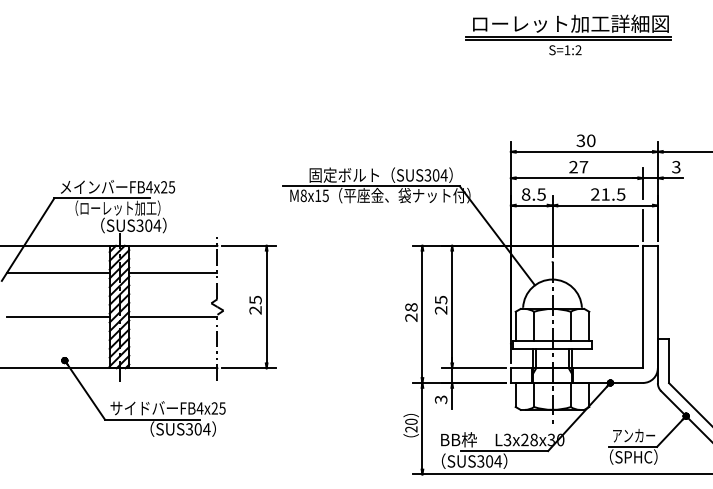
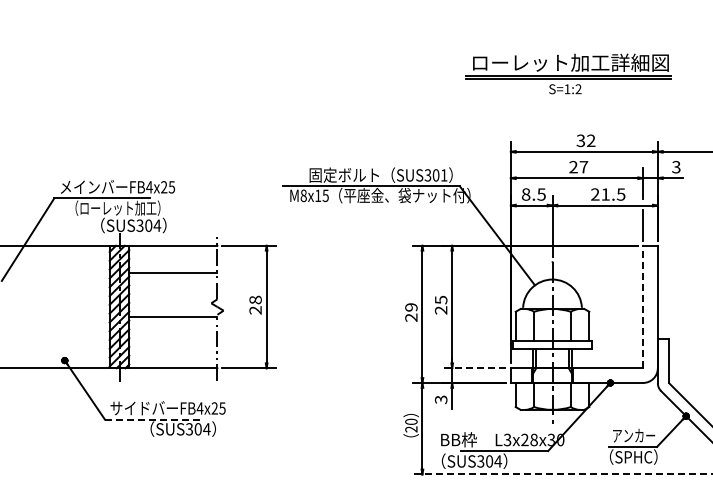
part at (568, 34) position: (568, 34) -> (568, 73)
text at (591, 140): 30 -> 32
text at (443, 175): SUS304 -> SUS301
line at (57, 272): present -> none
text at (255, 299): 25 -> 28
line at (643, 306): solid -> dashed
text at (411, 307): 28 -> 29
line at (57, 316): present -> none
line at (474, 368): solid -> dashed
line at (152, 419): solid -> dashed
line at (562, 474): solid -> dashed
